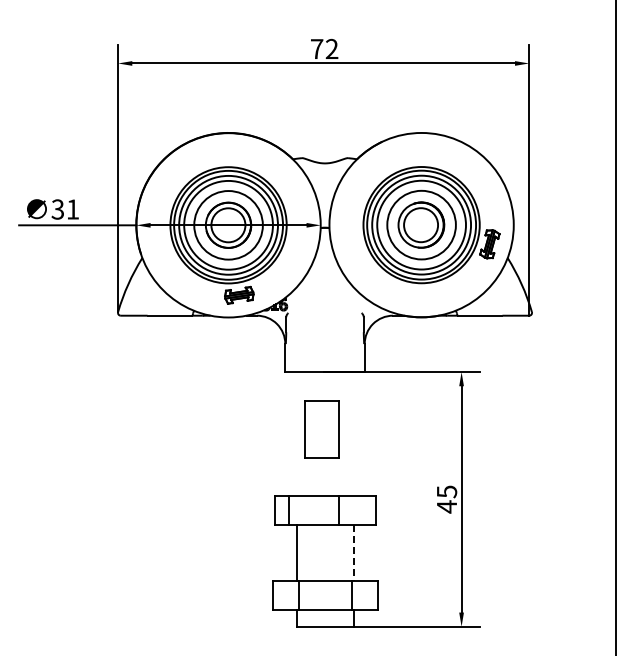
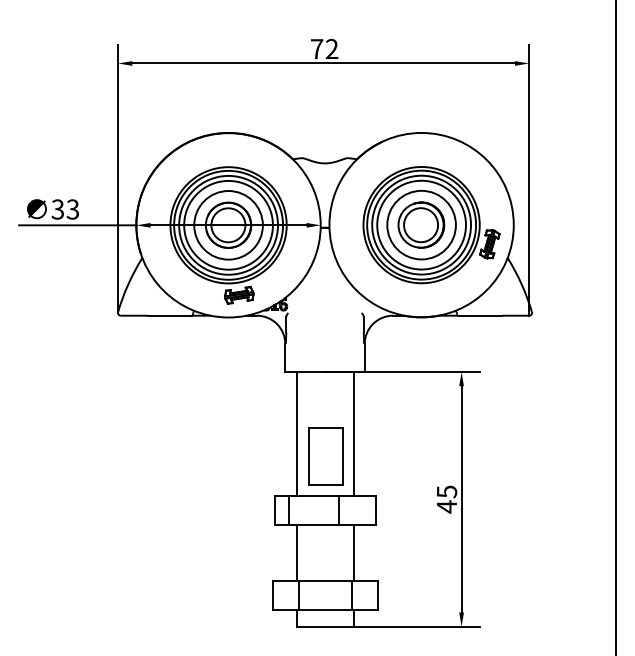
text at (72, 209): 31 -> 33
part at (321, 429) position: (321, 429) -> (325, 456)
line at (297, 434): none -> present
line at (353, 434): none -> present
line at (353, 553): dashed -> solid
